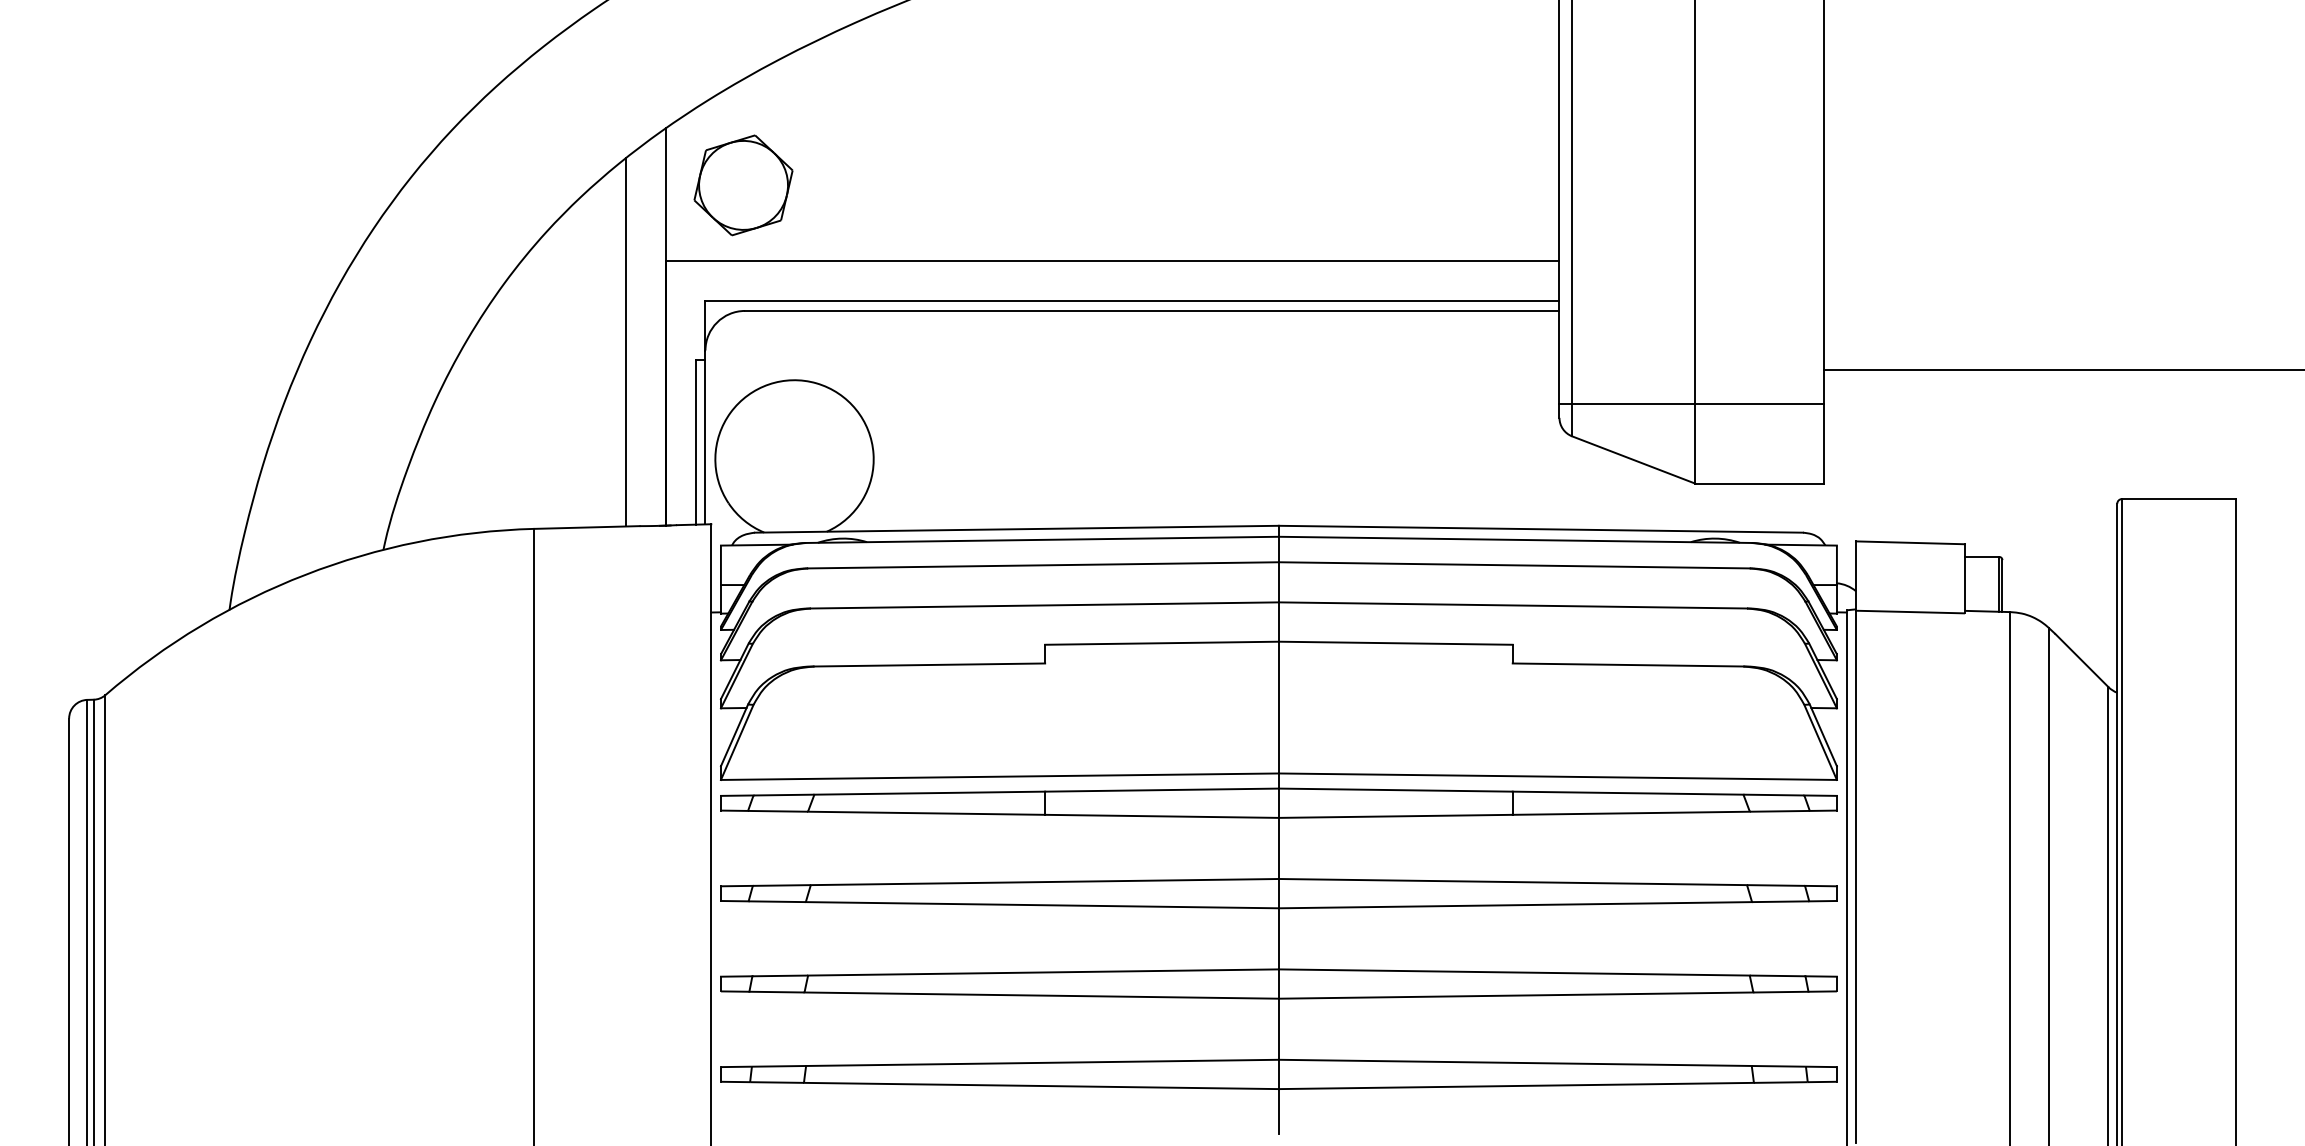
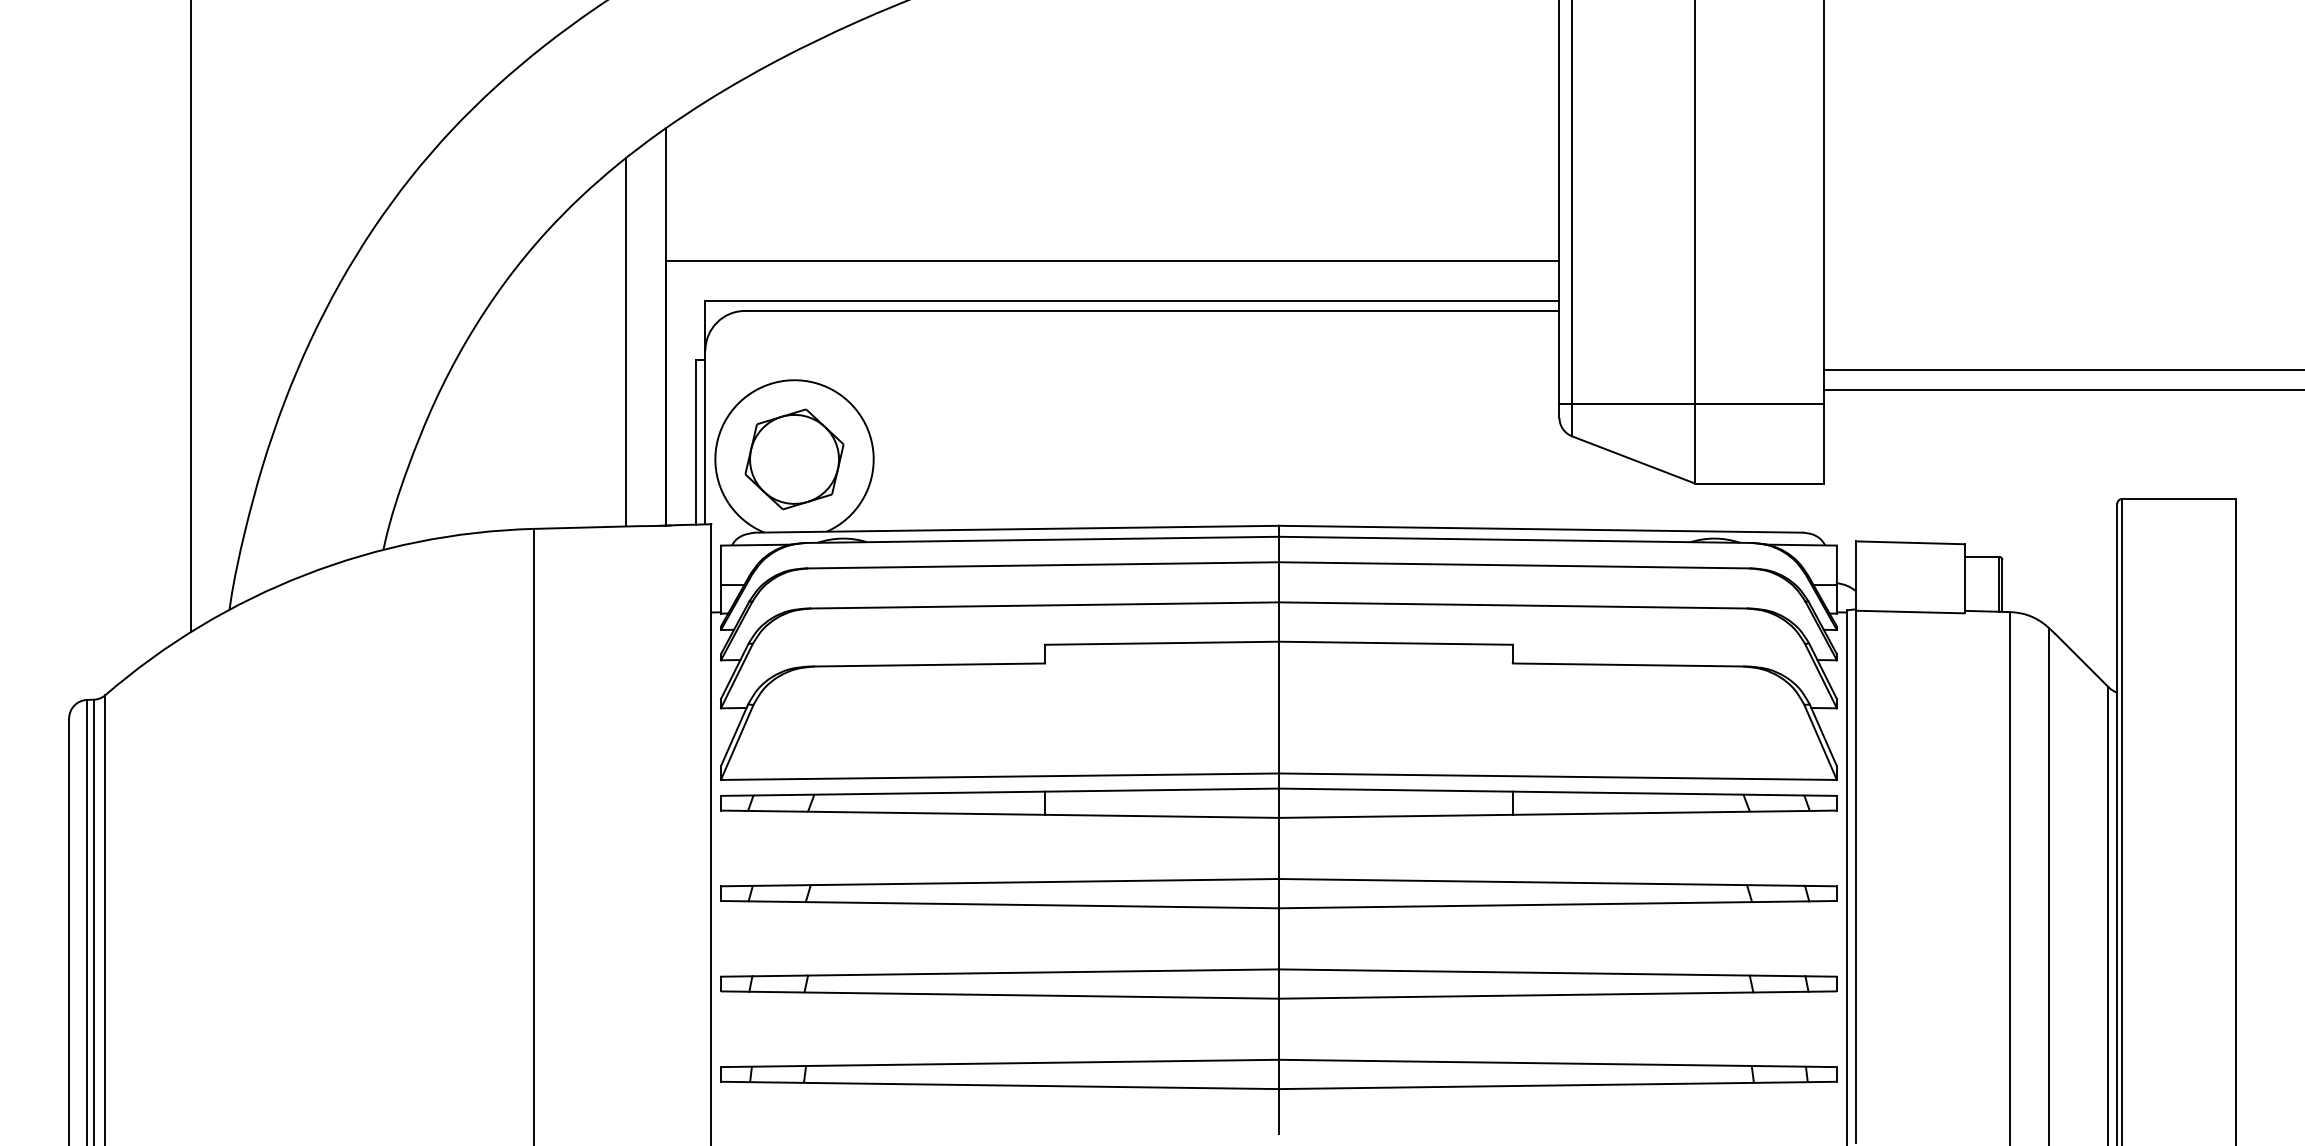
part at (743, 185) position: (743, 185) -> (794, 459)
line at (190, 317): none -> present
line at (2062, 389): none -> present
